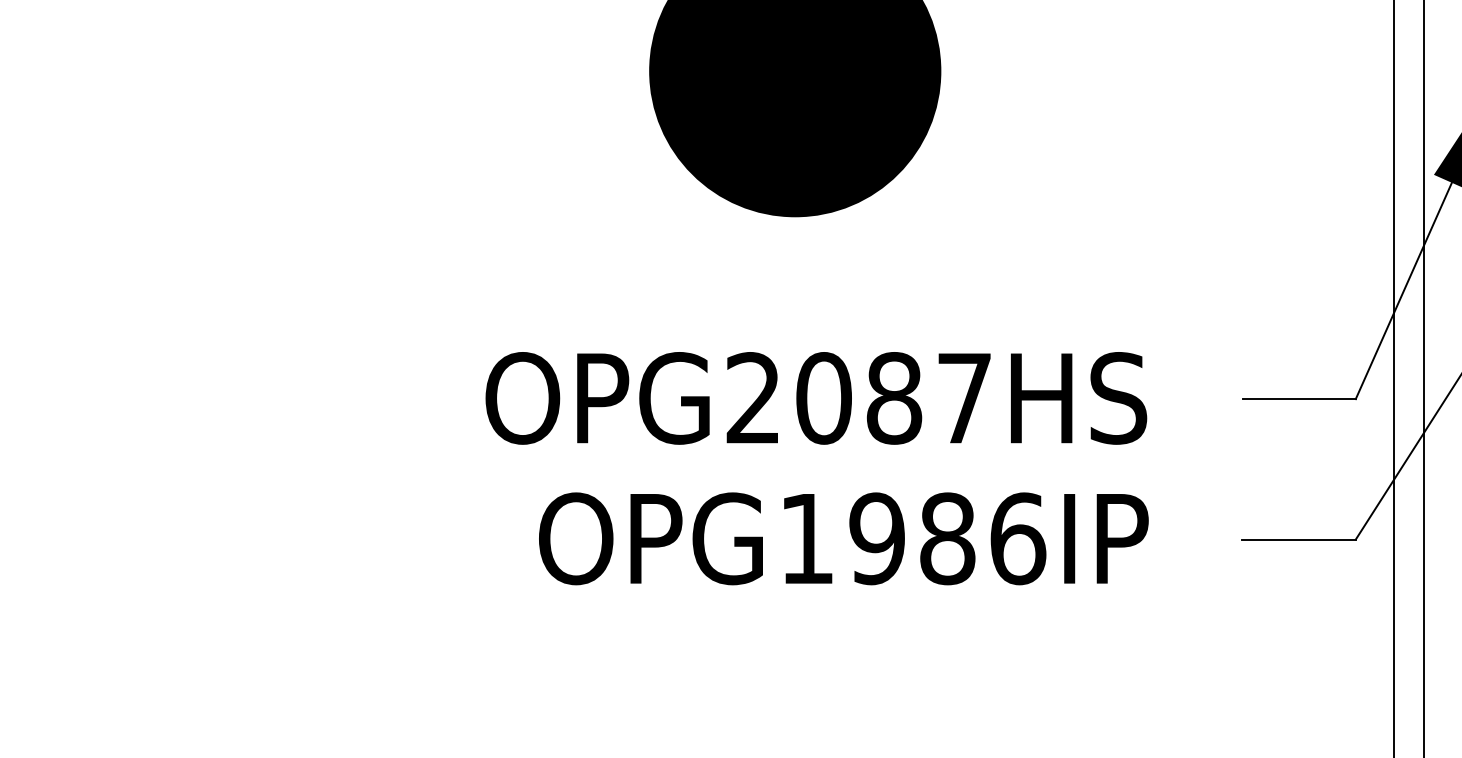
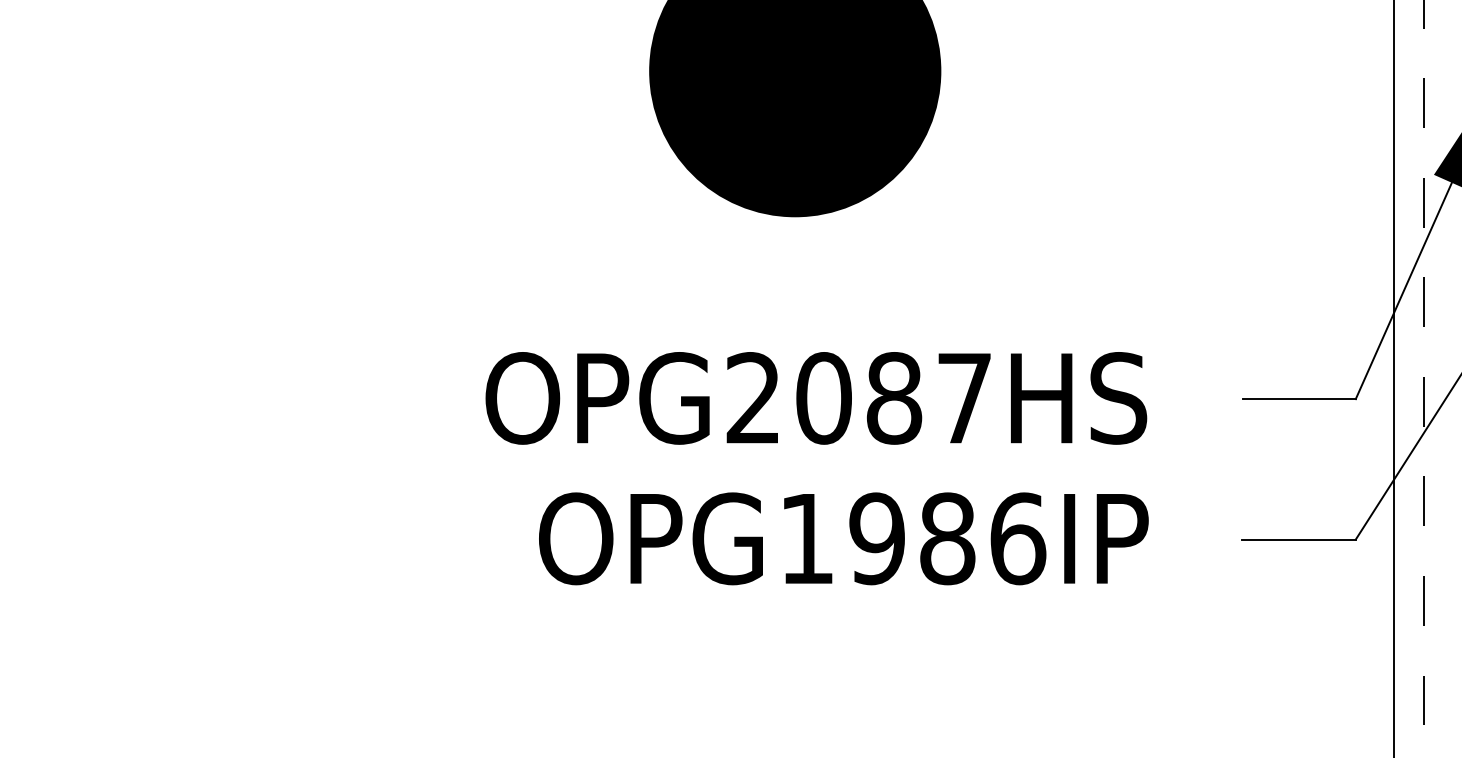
line at (1423, 379): solid -> dashed
